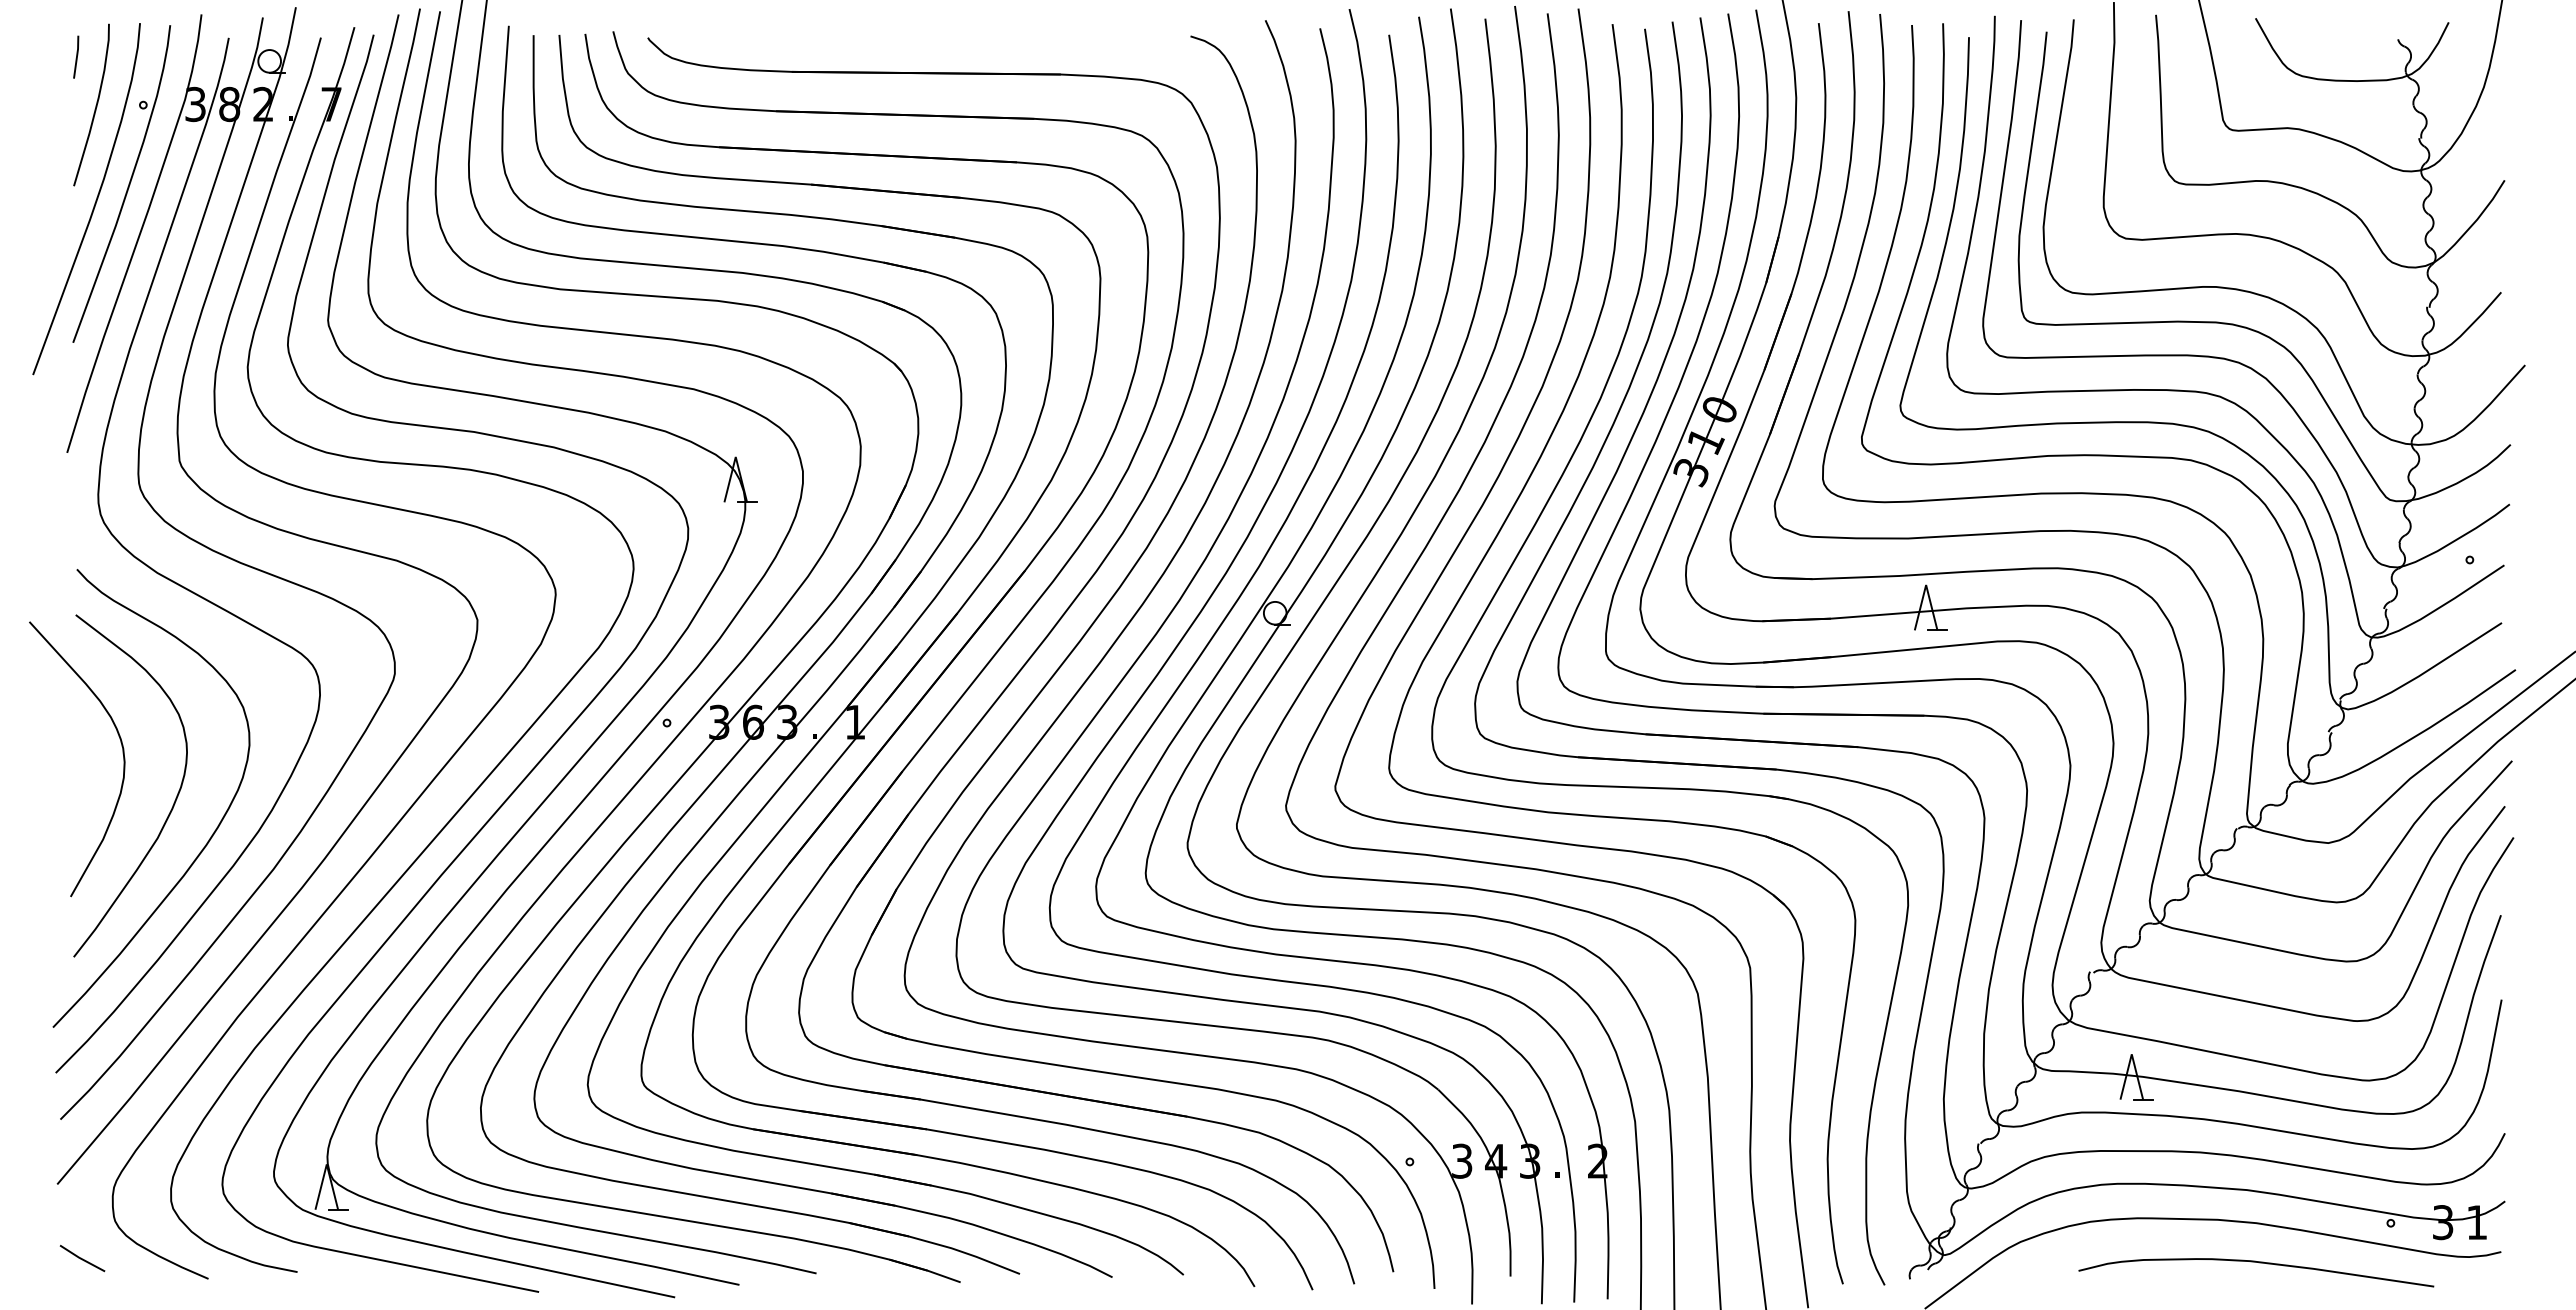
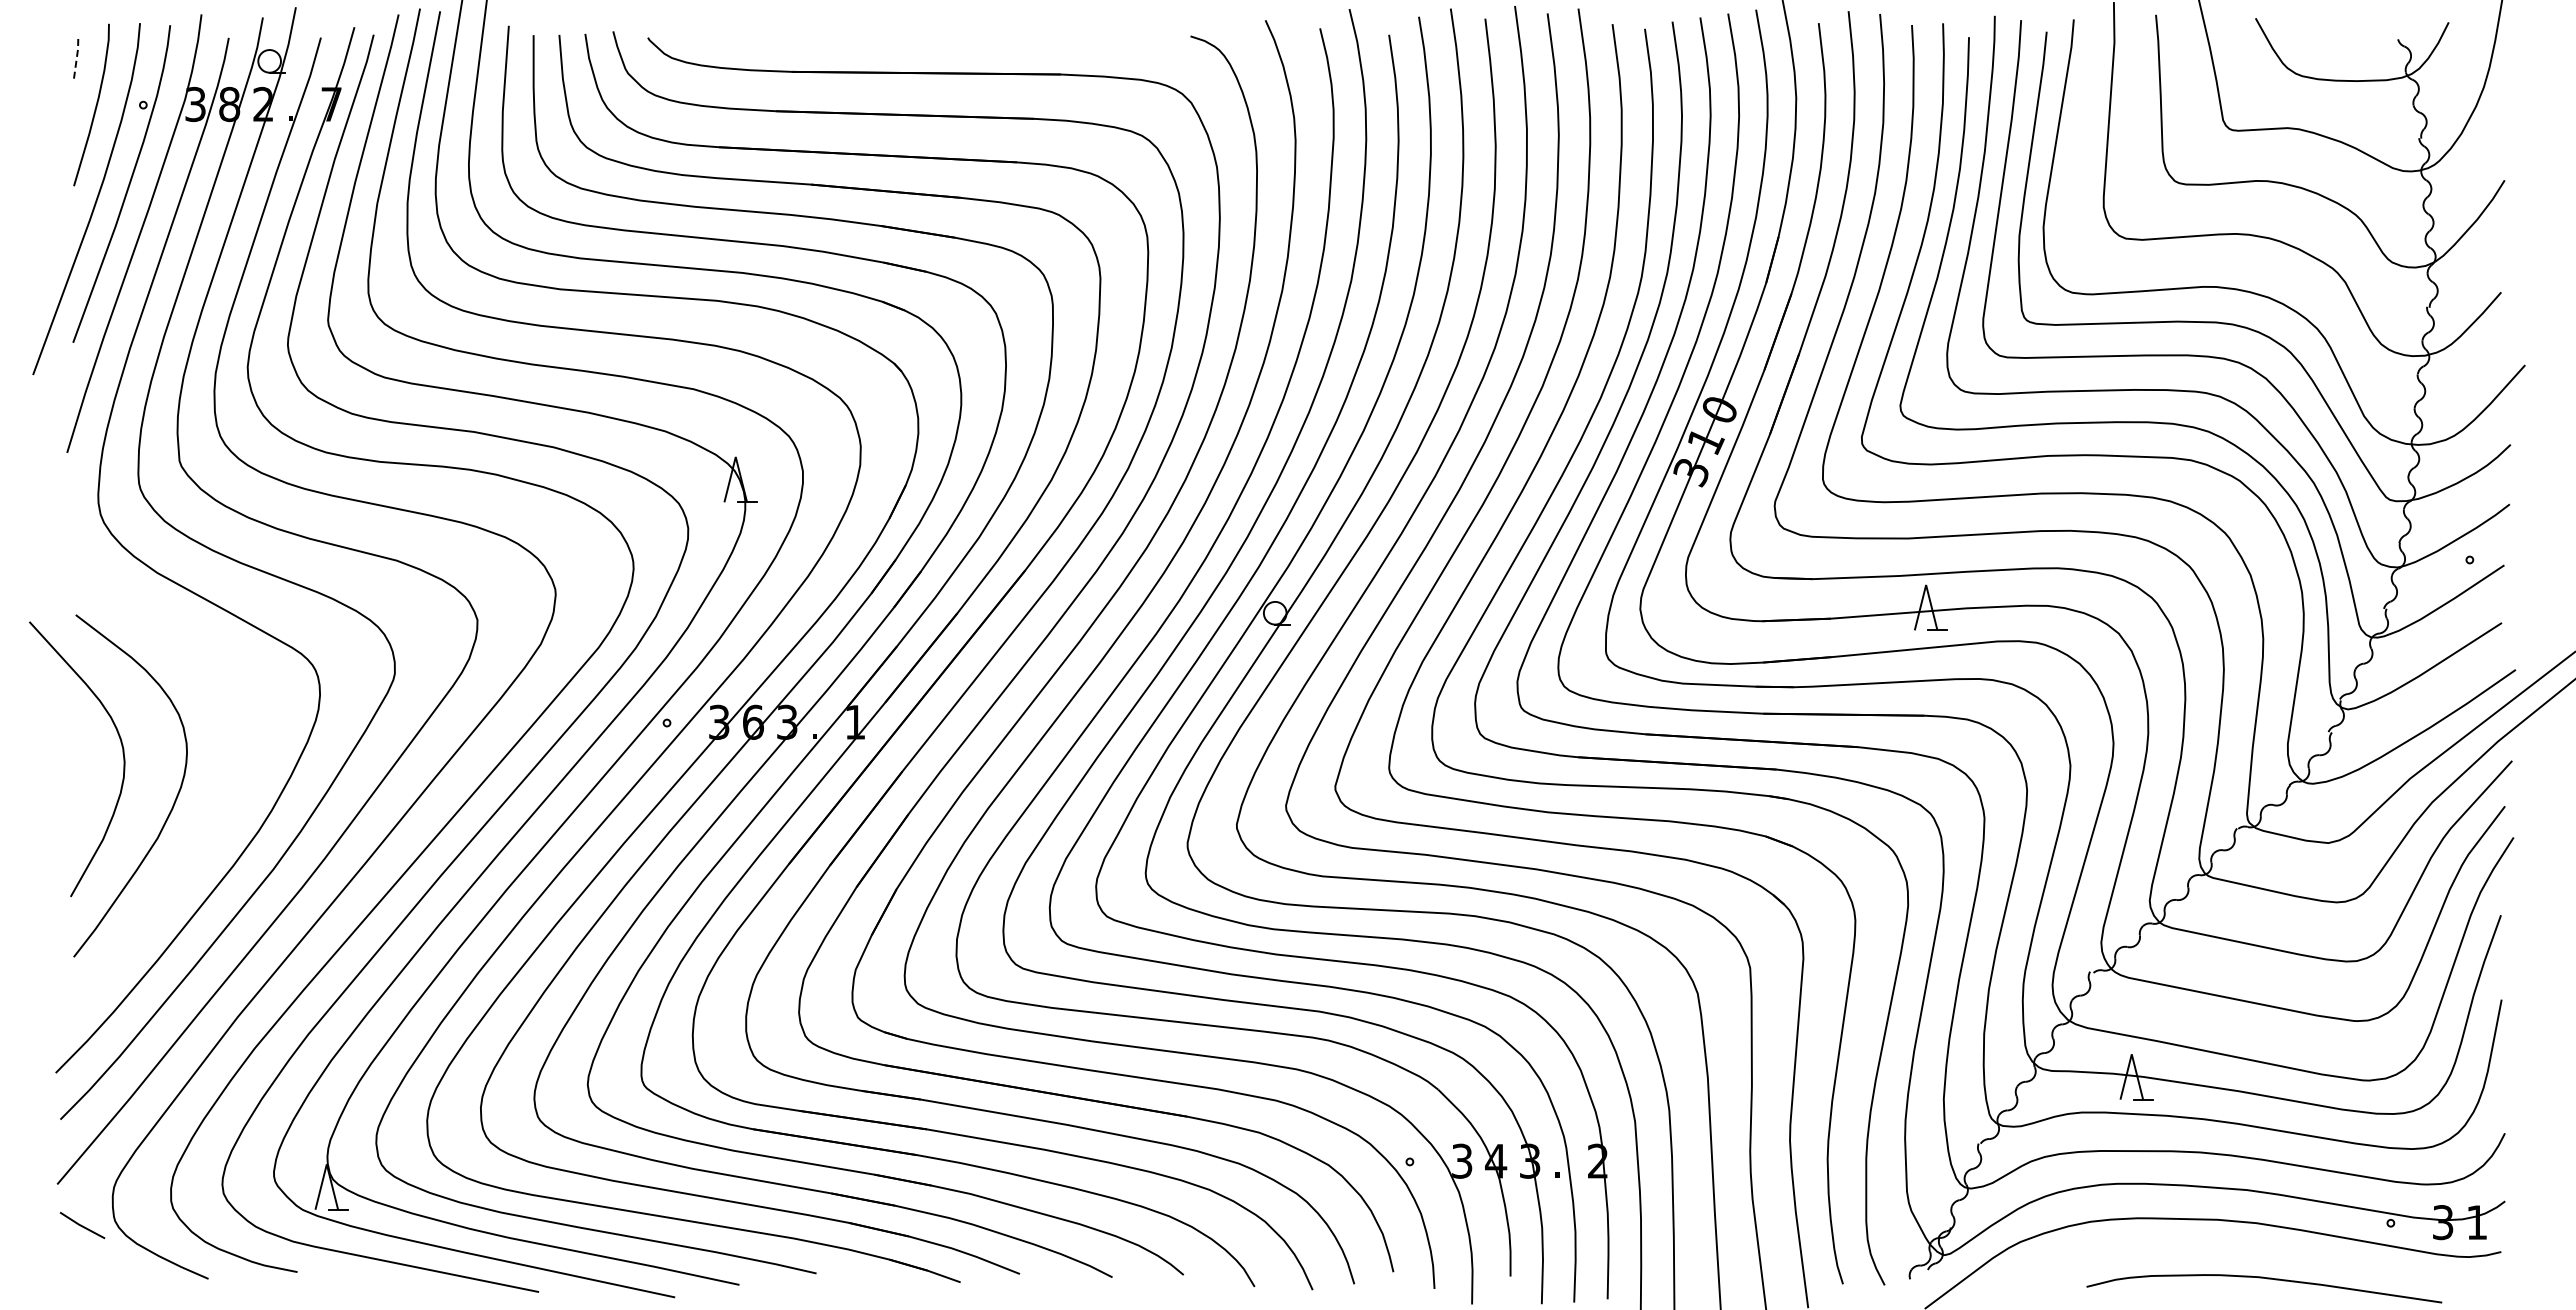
line at (77, 55): solid -> dashed
curve at (210, 836): present -> none
line at (82, 1258) position: (82, 1258) -> (82, 1225)
curve at (2259, 1263) position: (2259, 1263) -> (2267, 1279)
